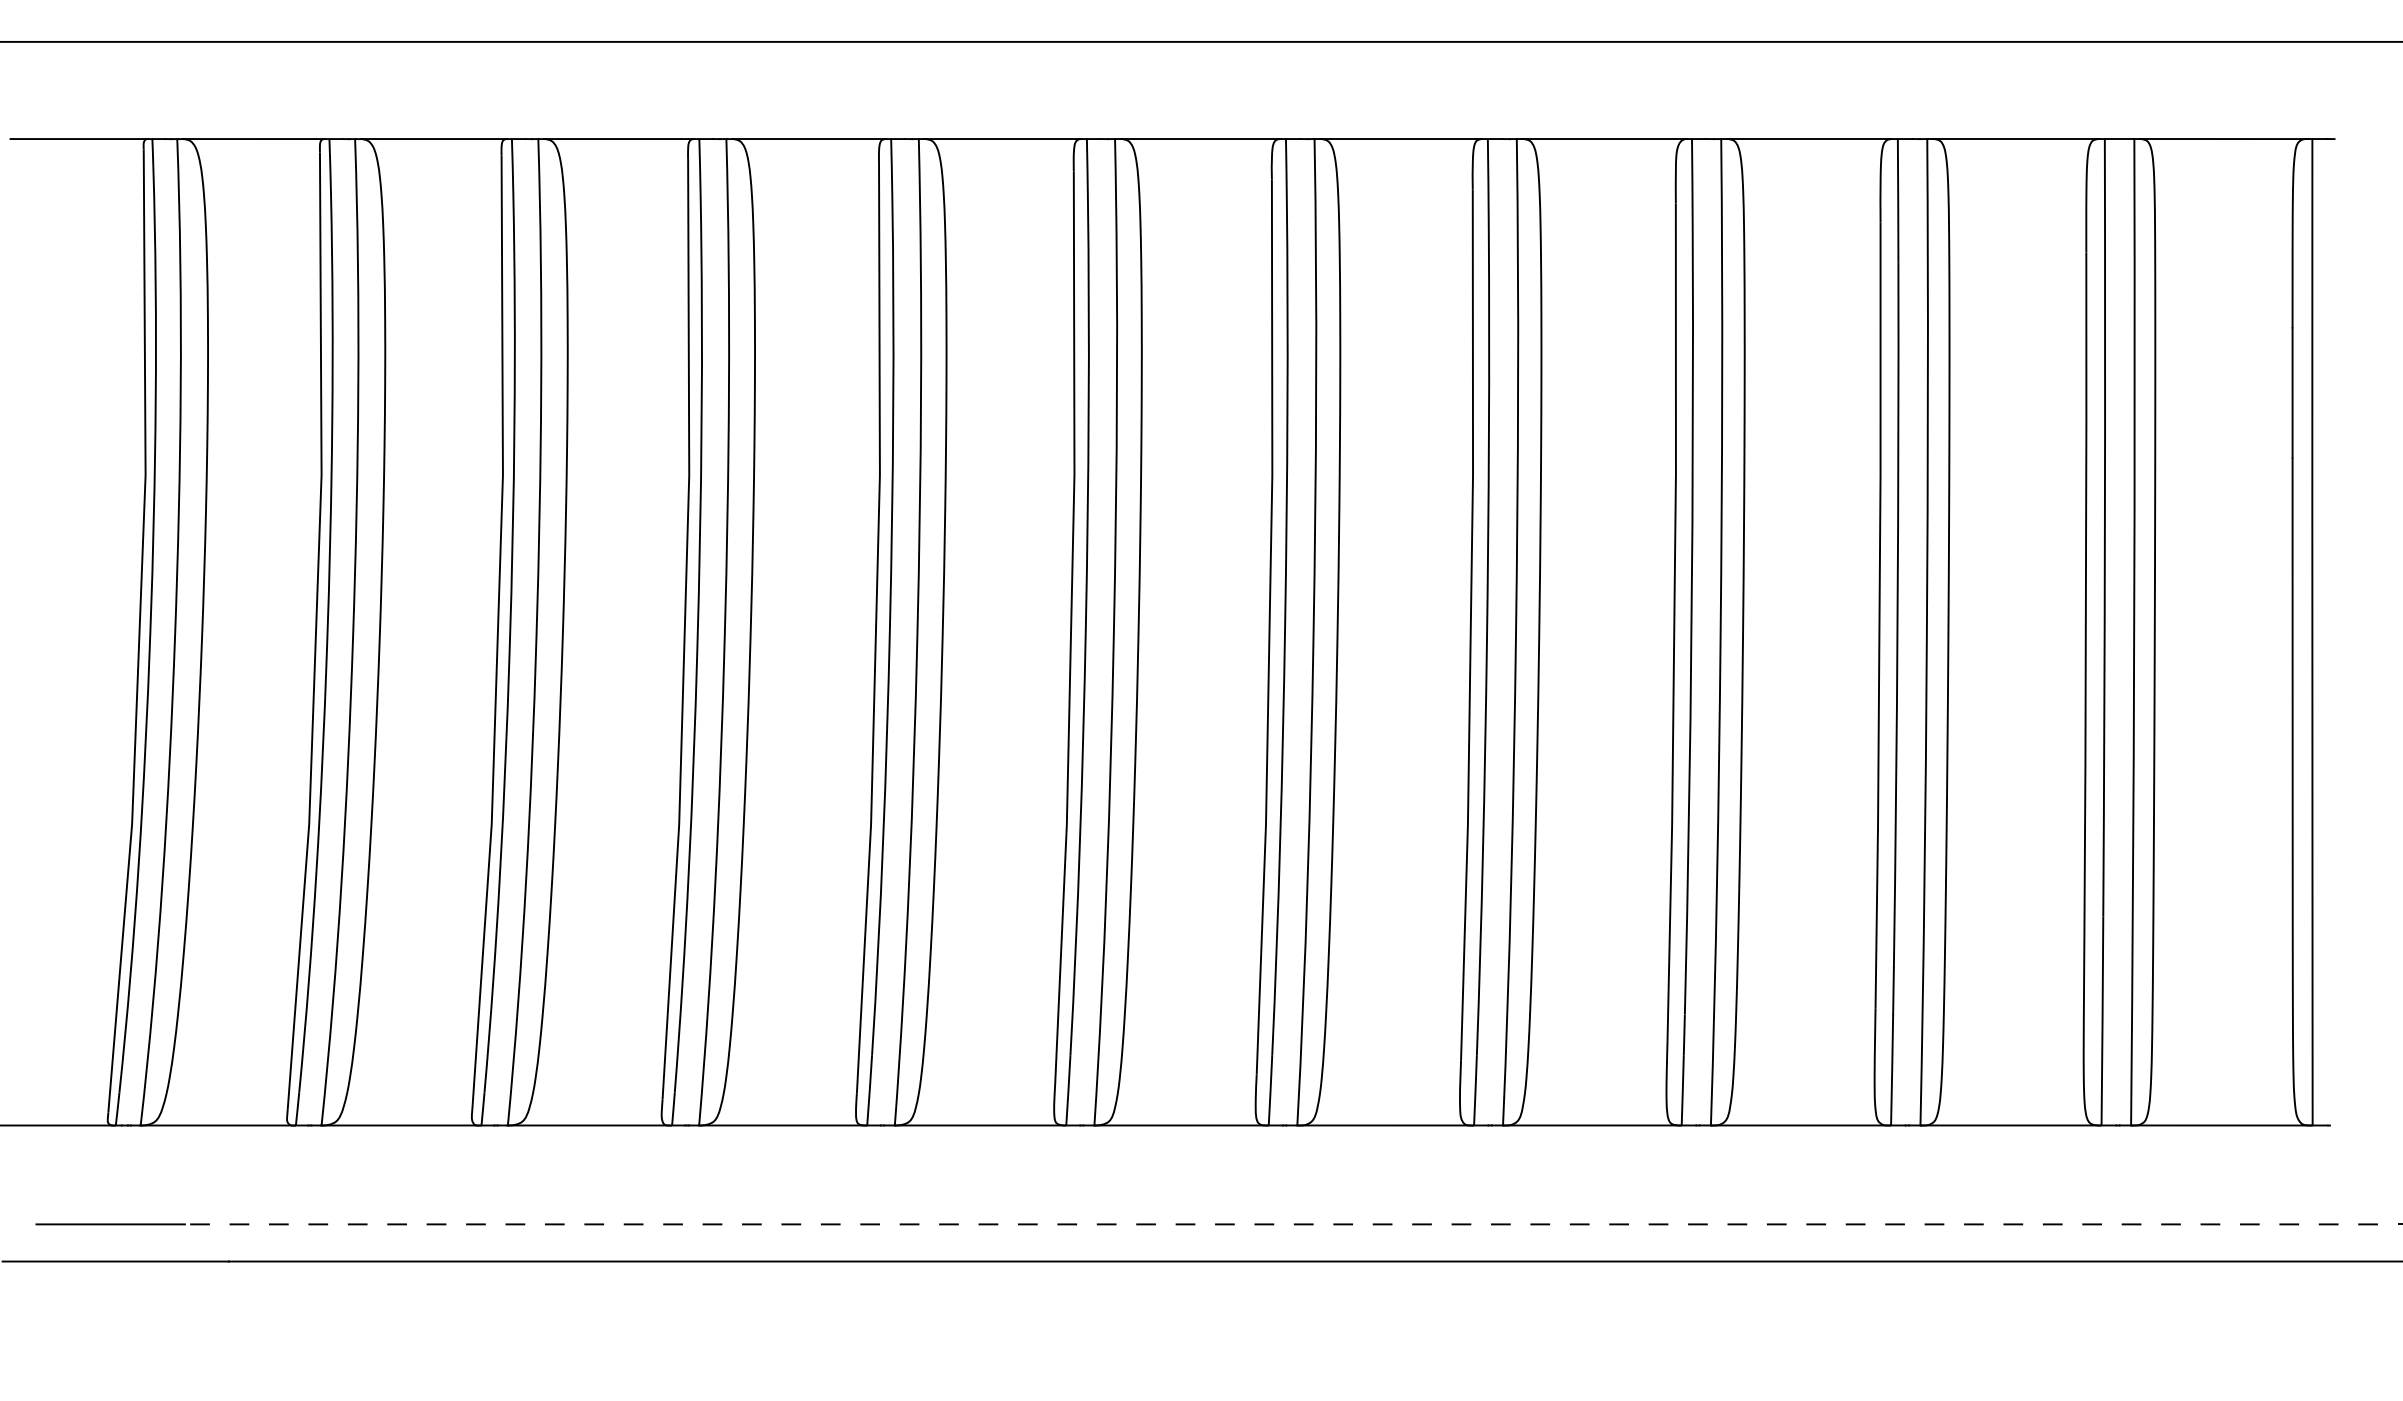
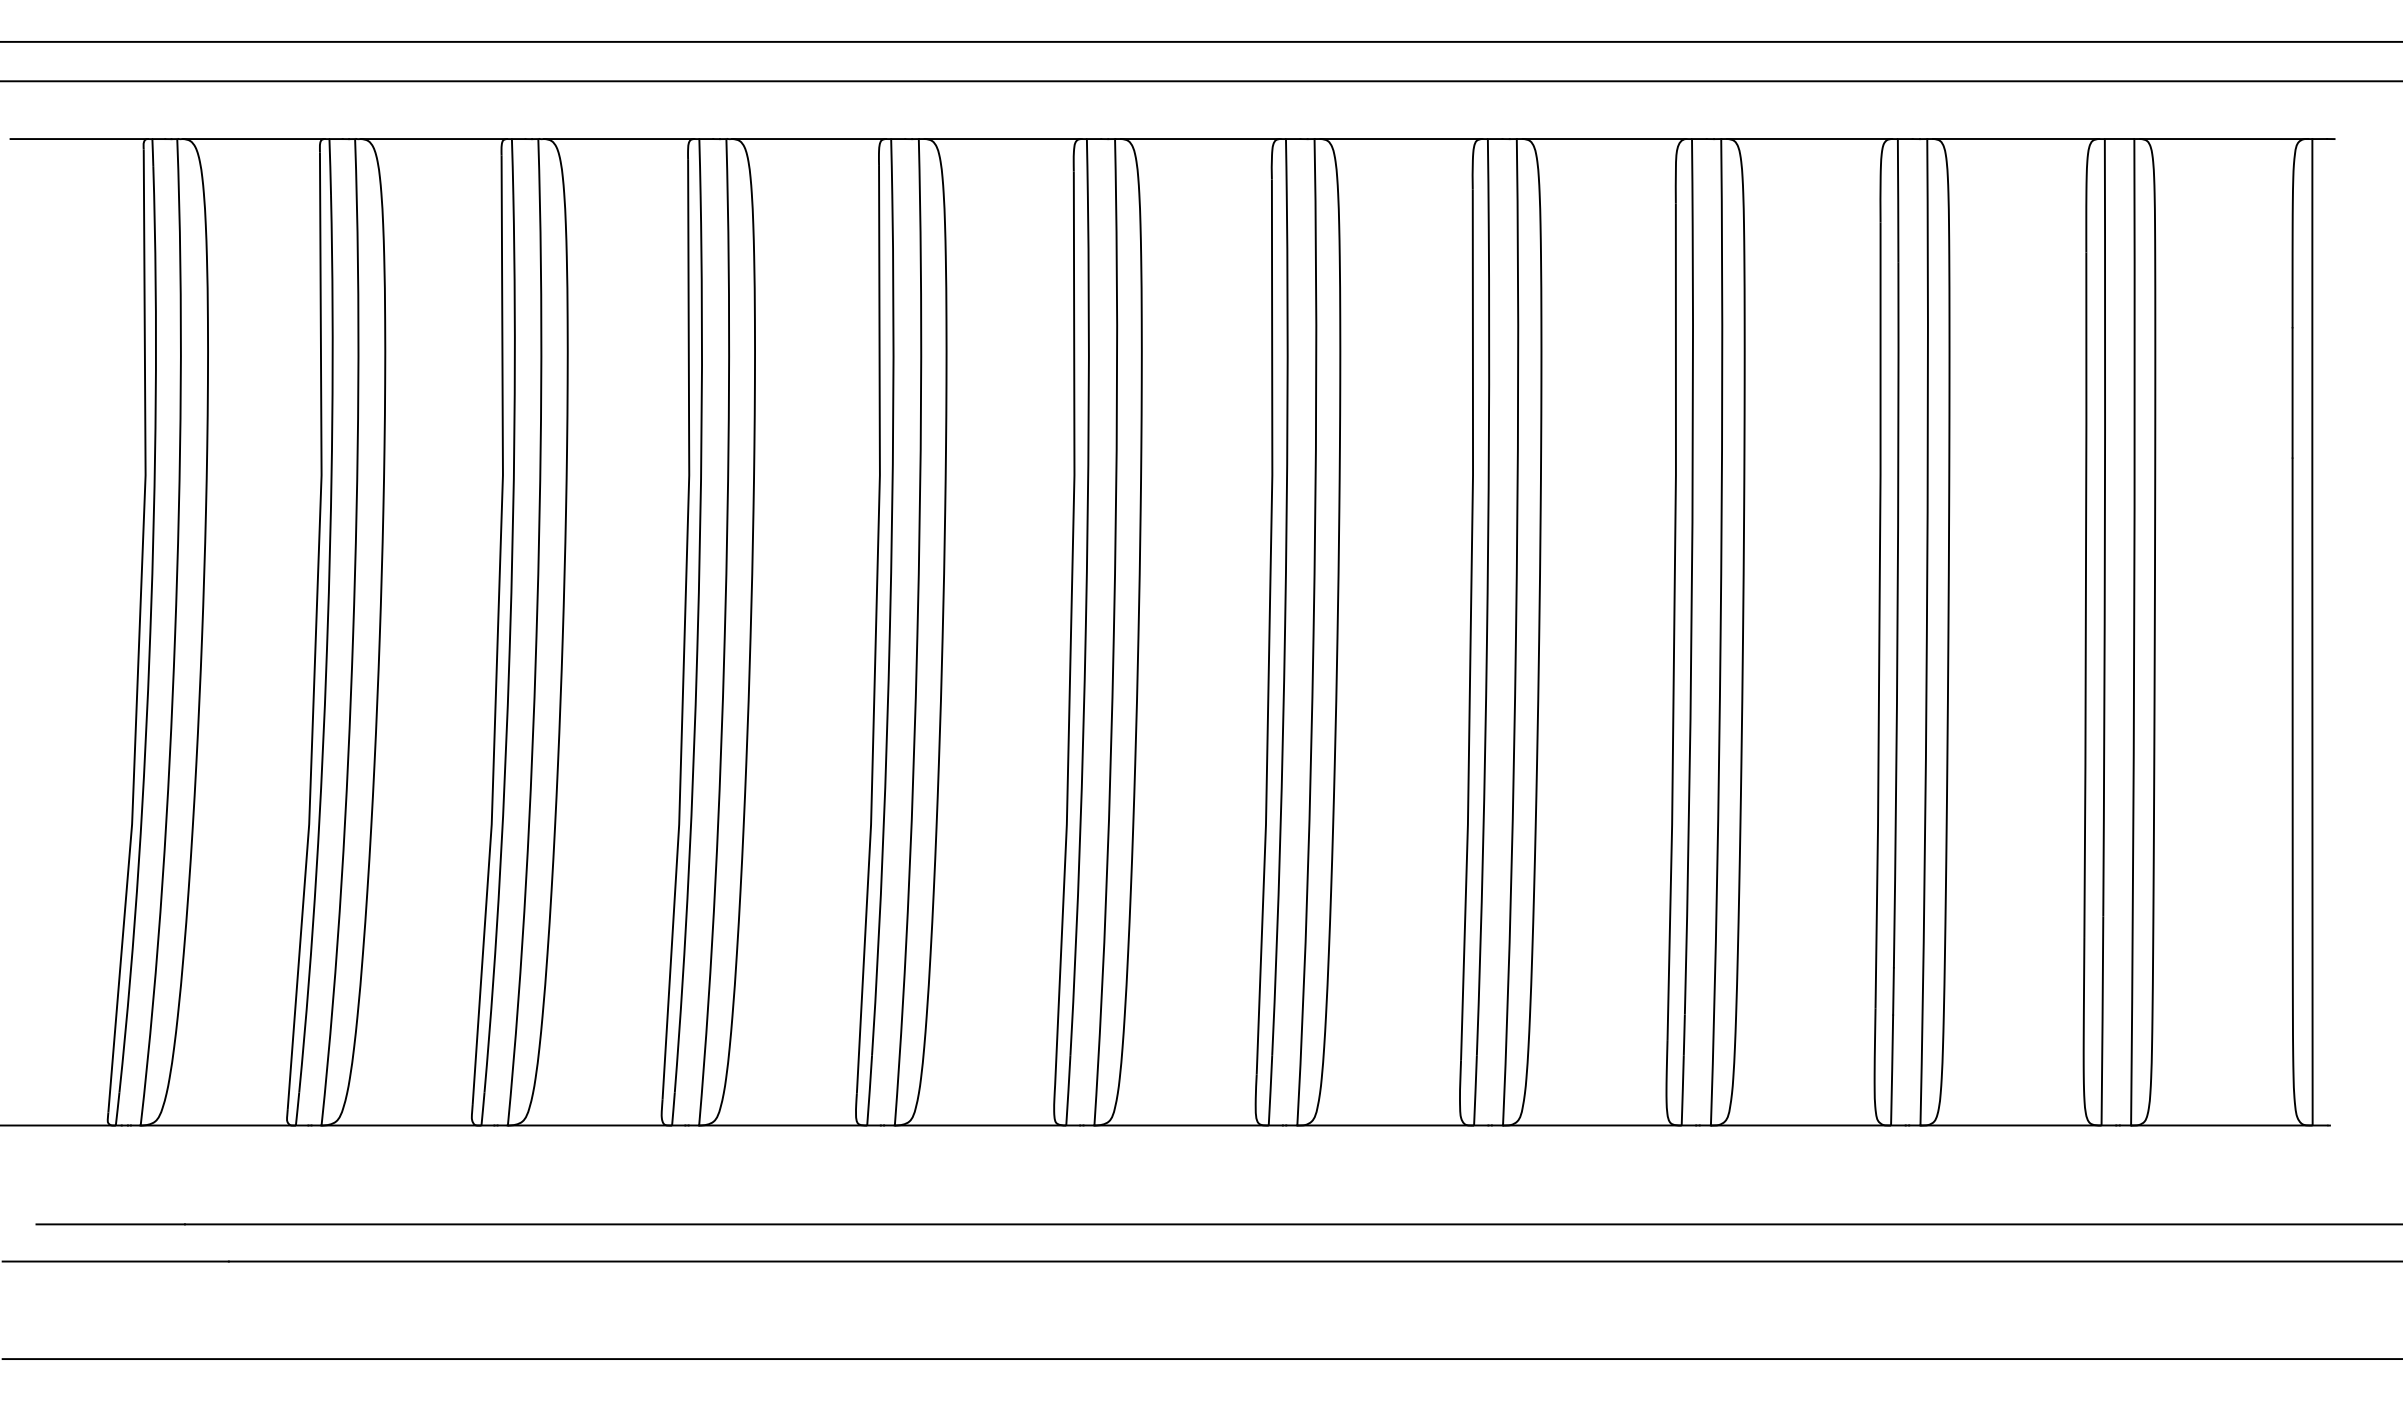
line at (1200, 81): none -> present
line at (1293, 1224): dashed -> solid
line at (1200, 1359): none -> present
